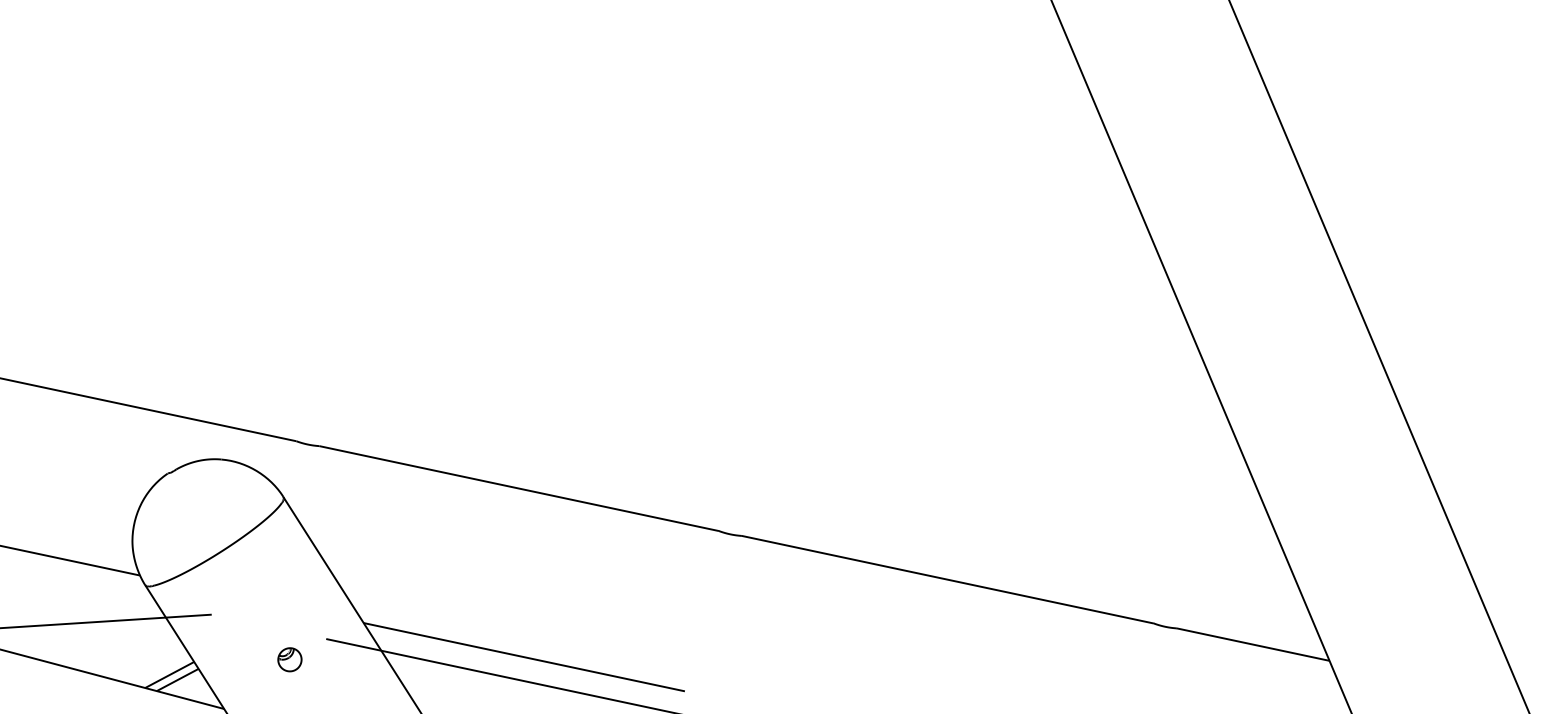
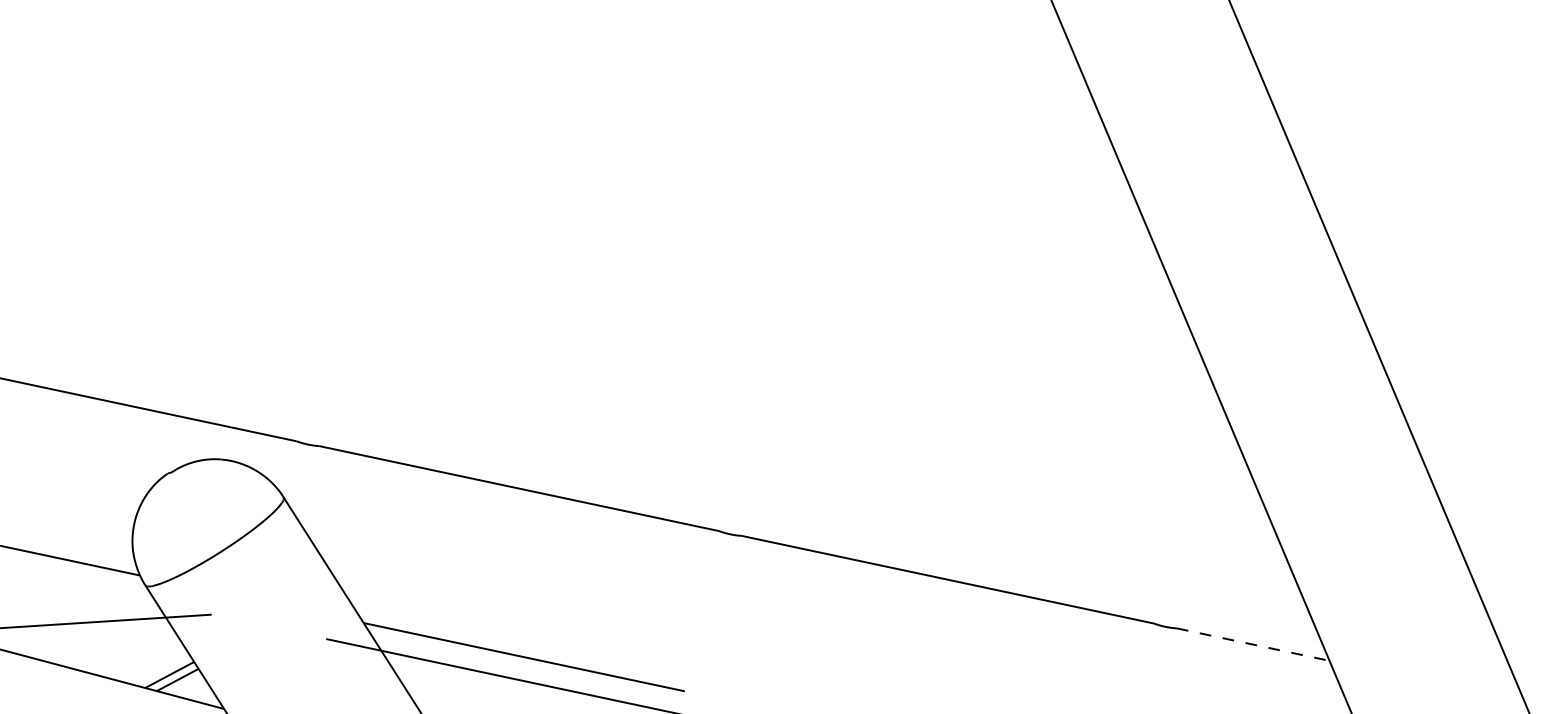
line at (1253, 644): solid -> dashed
part at (289, 659): present -> none
